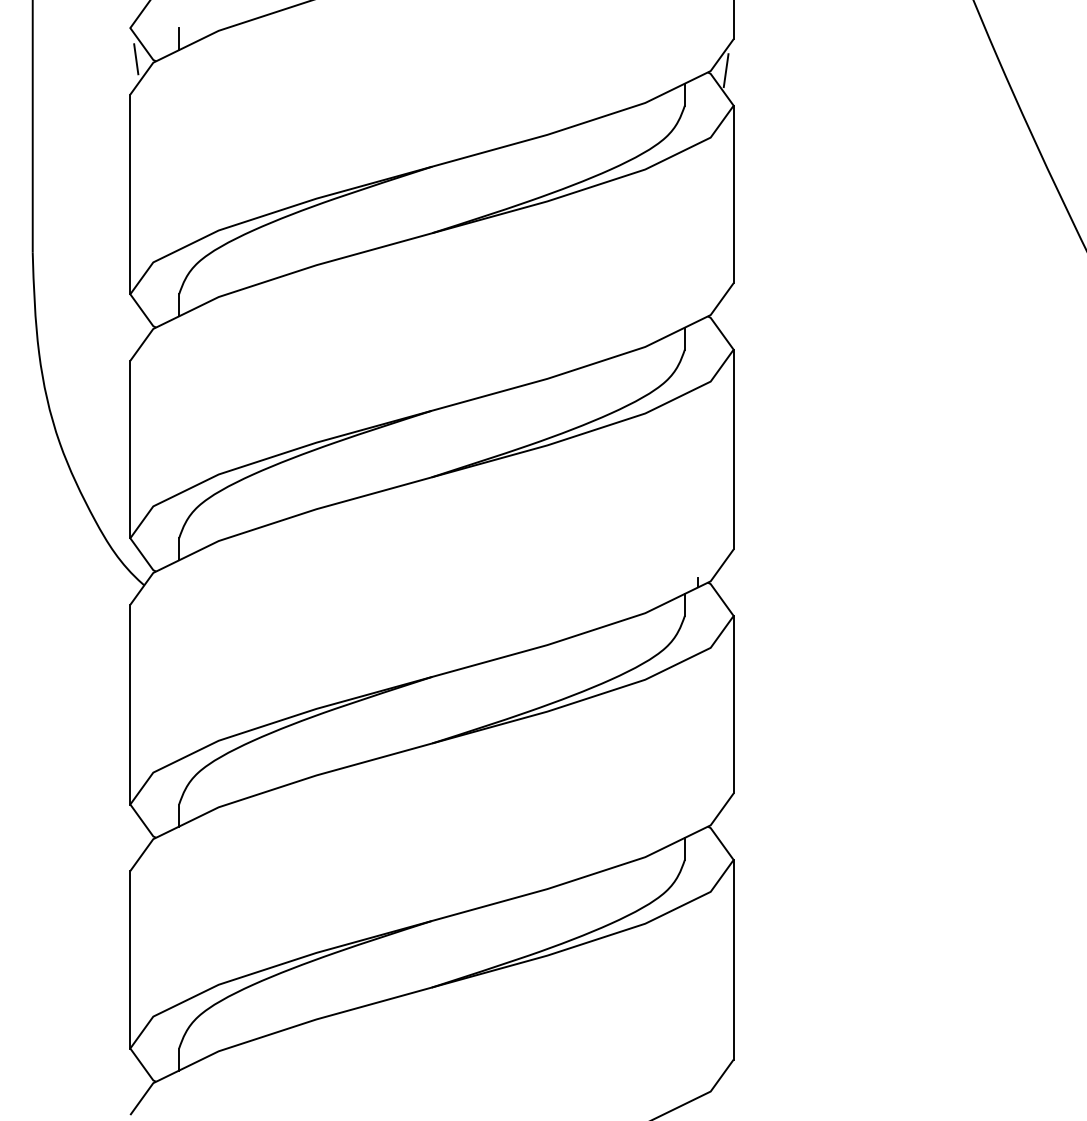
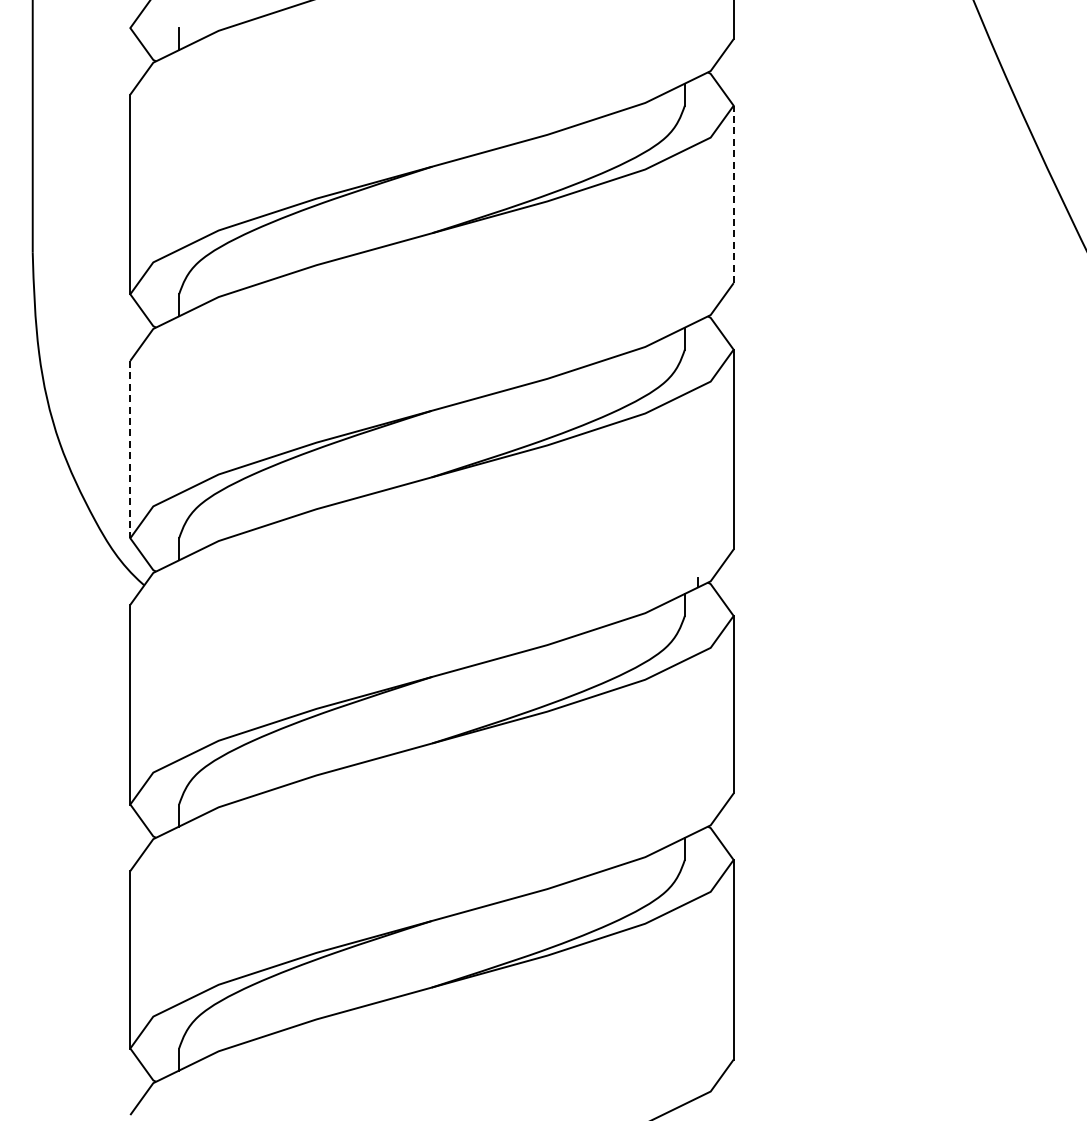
line at (136, 59): present -> none
line at (725, 70): present -> none
line at (733, 194): solid -> dashed
line at (130, 449): solid -> dashed
